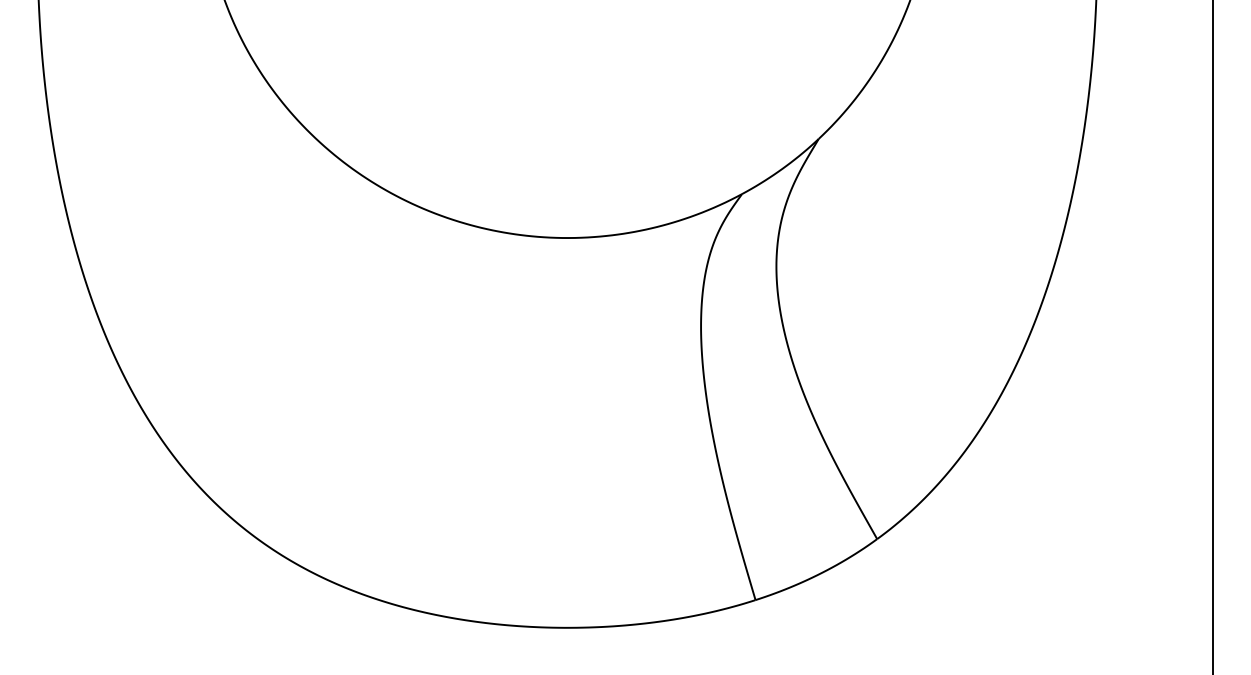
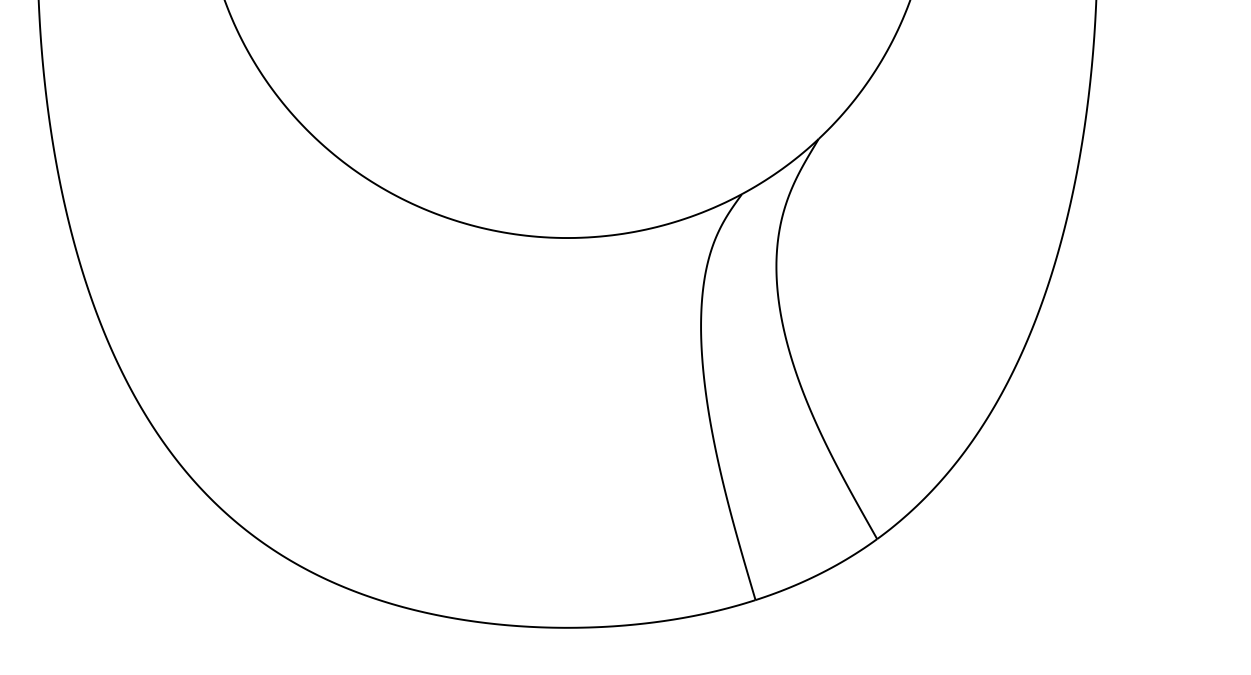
line at (1213, 336): present -> none
